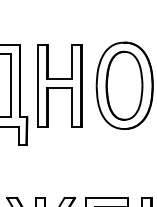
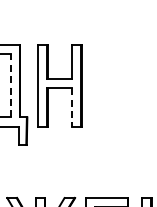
line at (11, 85): solid -> dashed
part at (124, 85): present -> none
line at (72, 107): solid -> dashed
